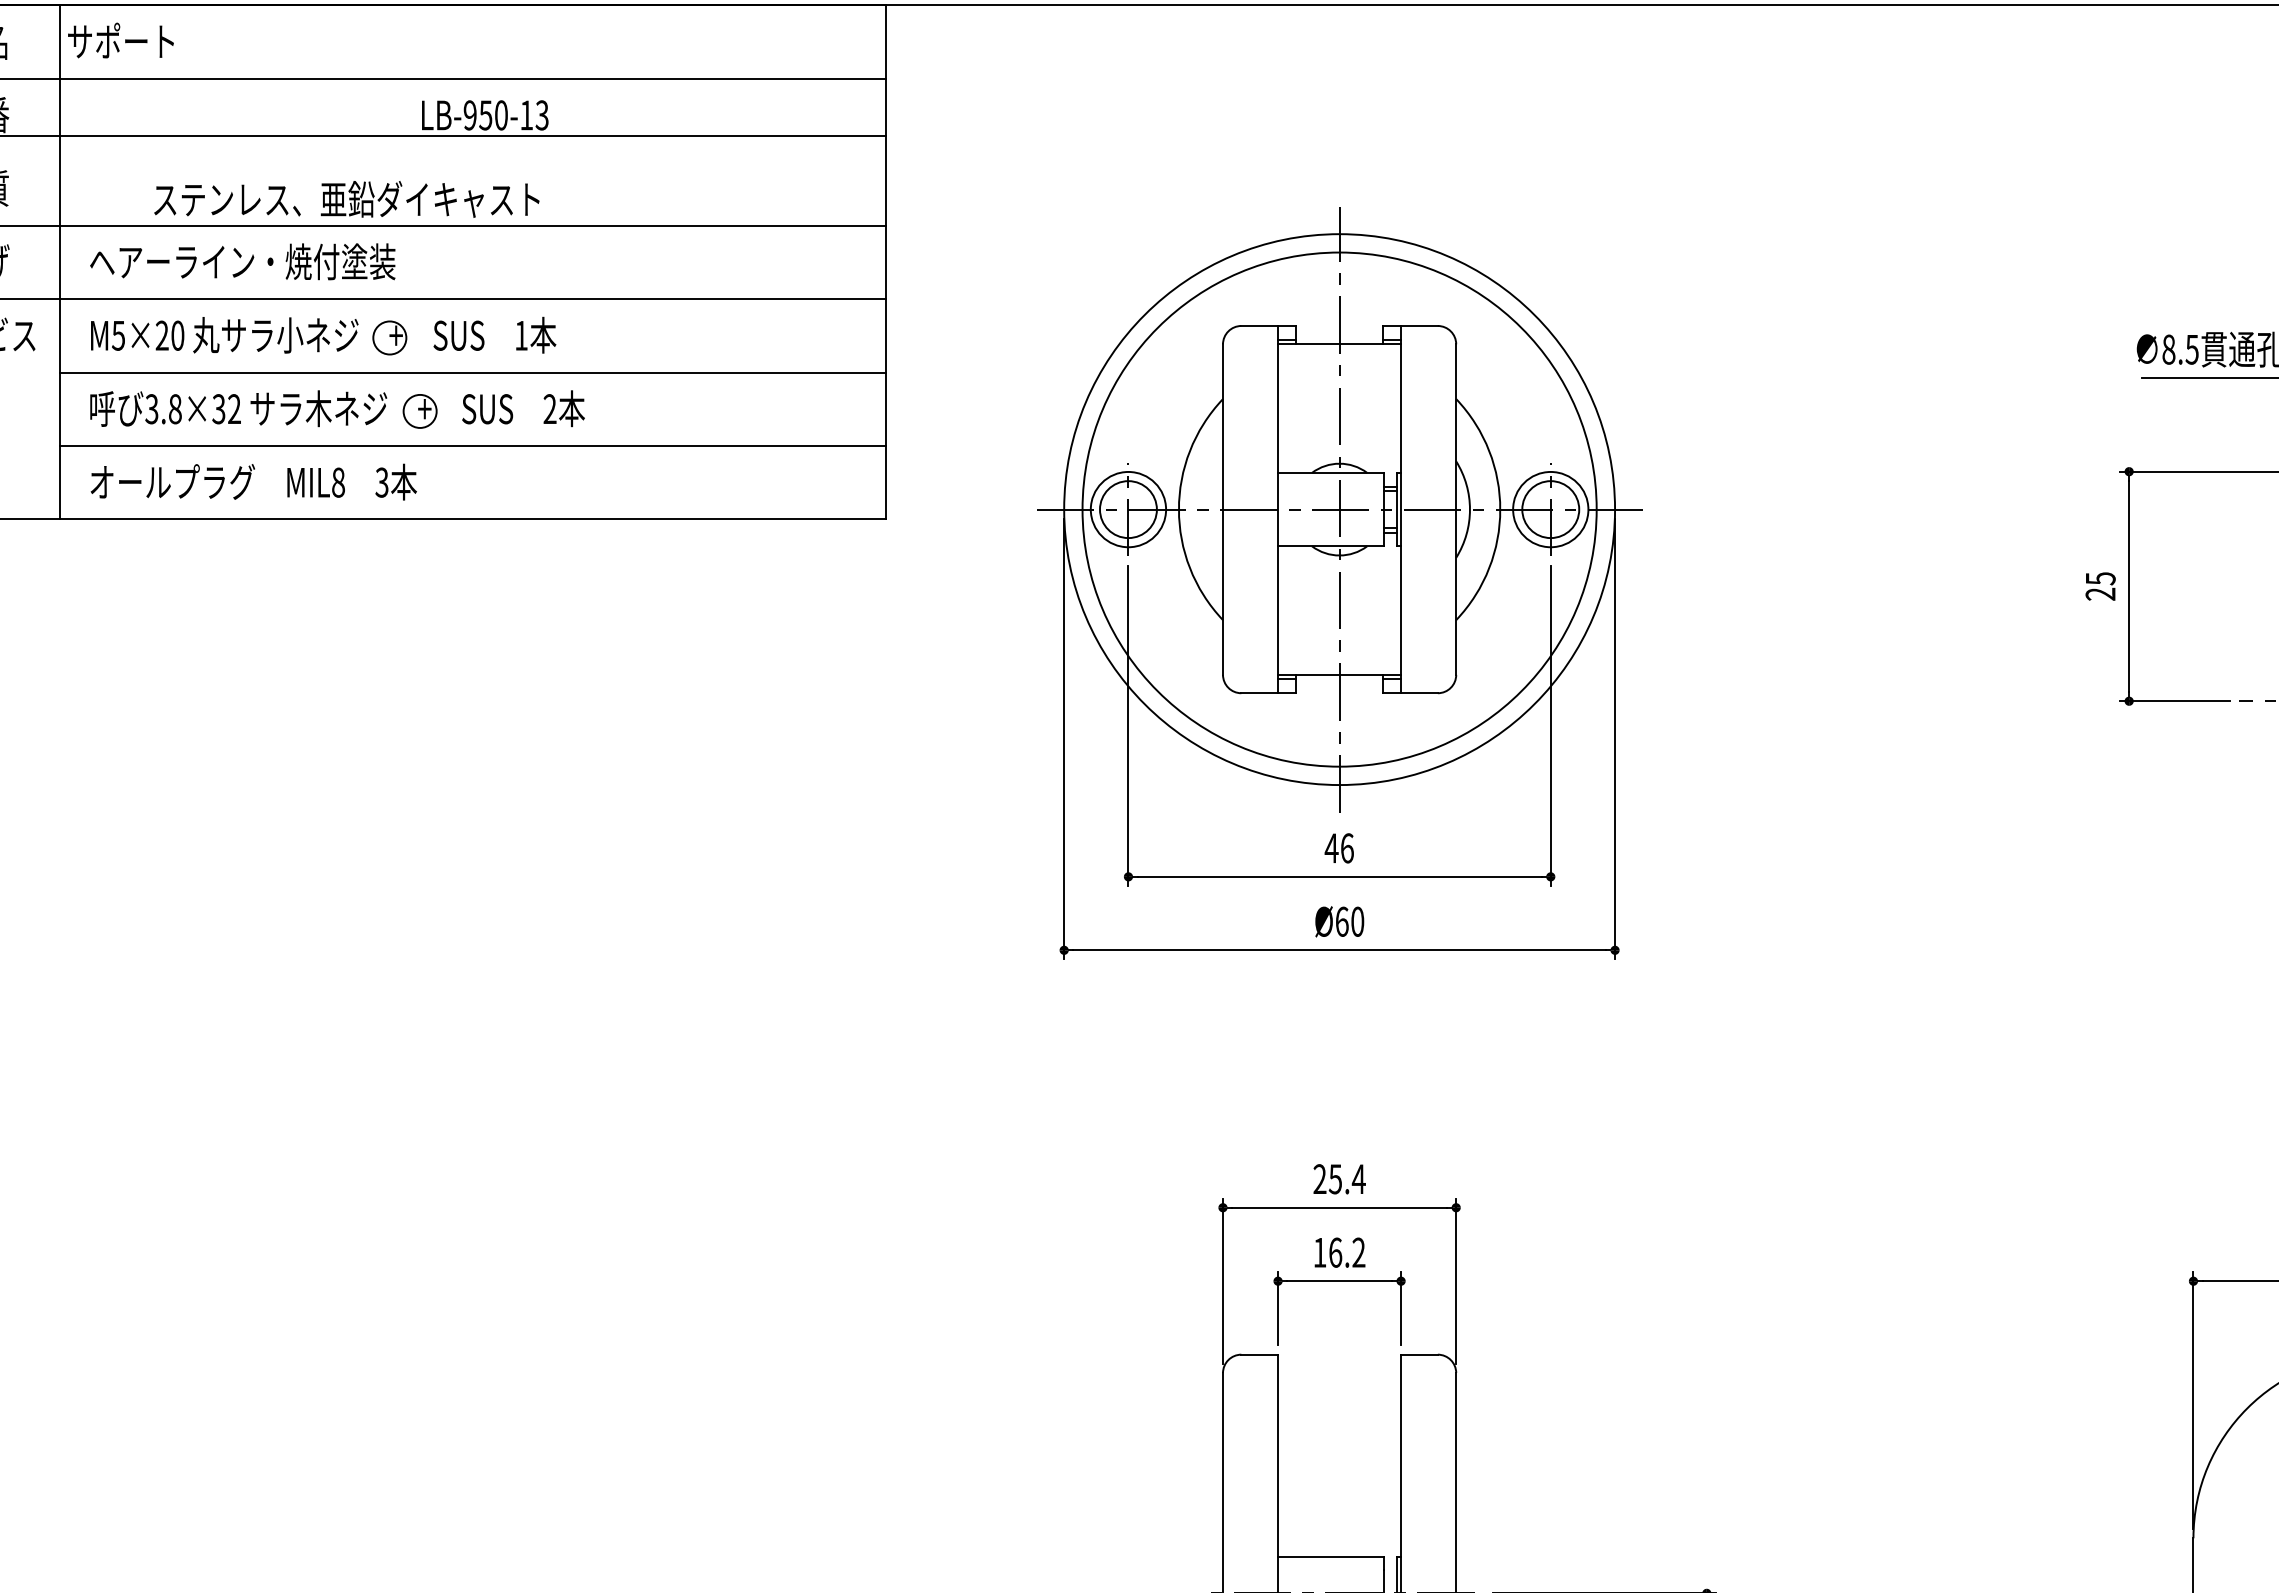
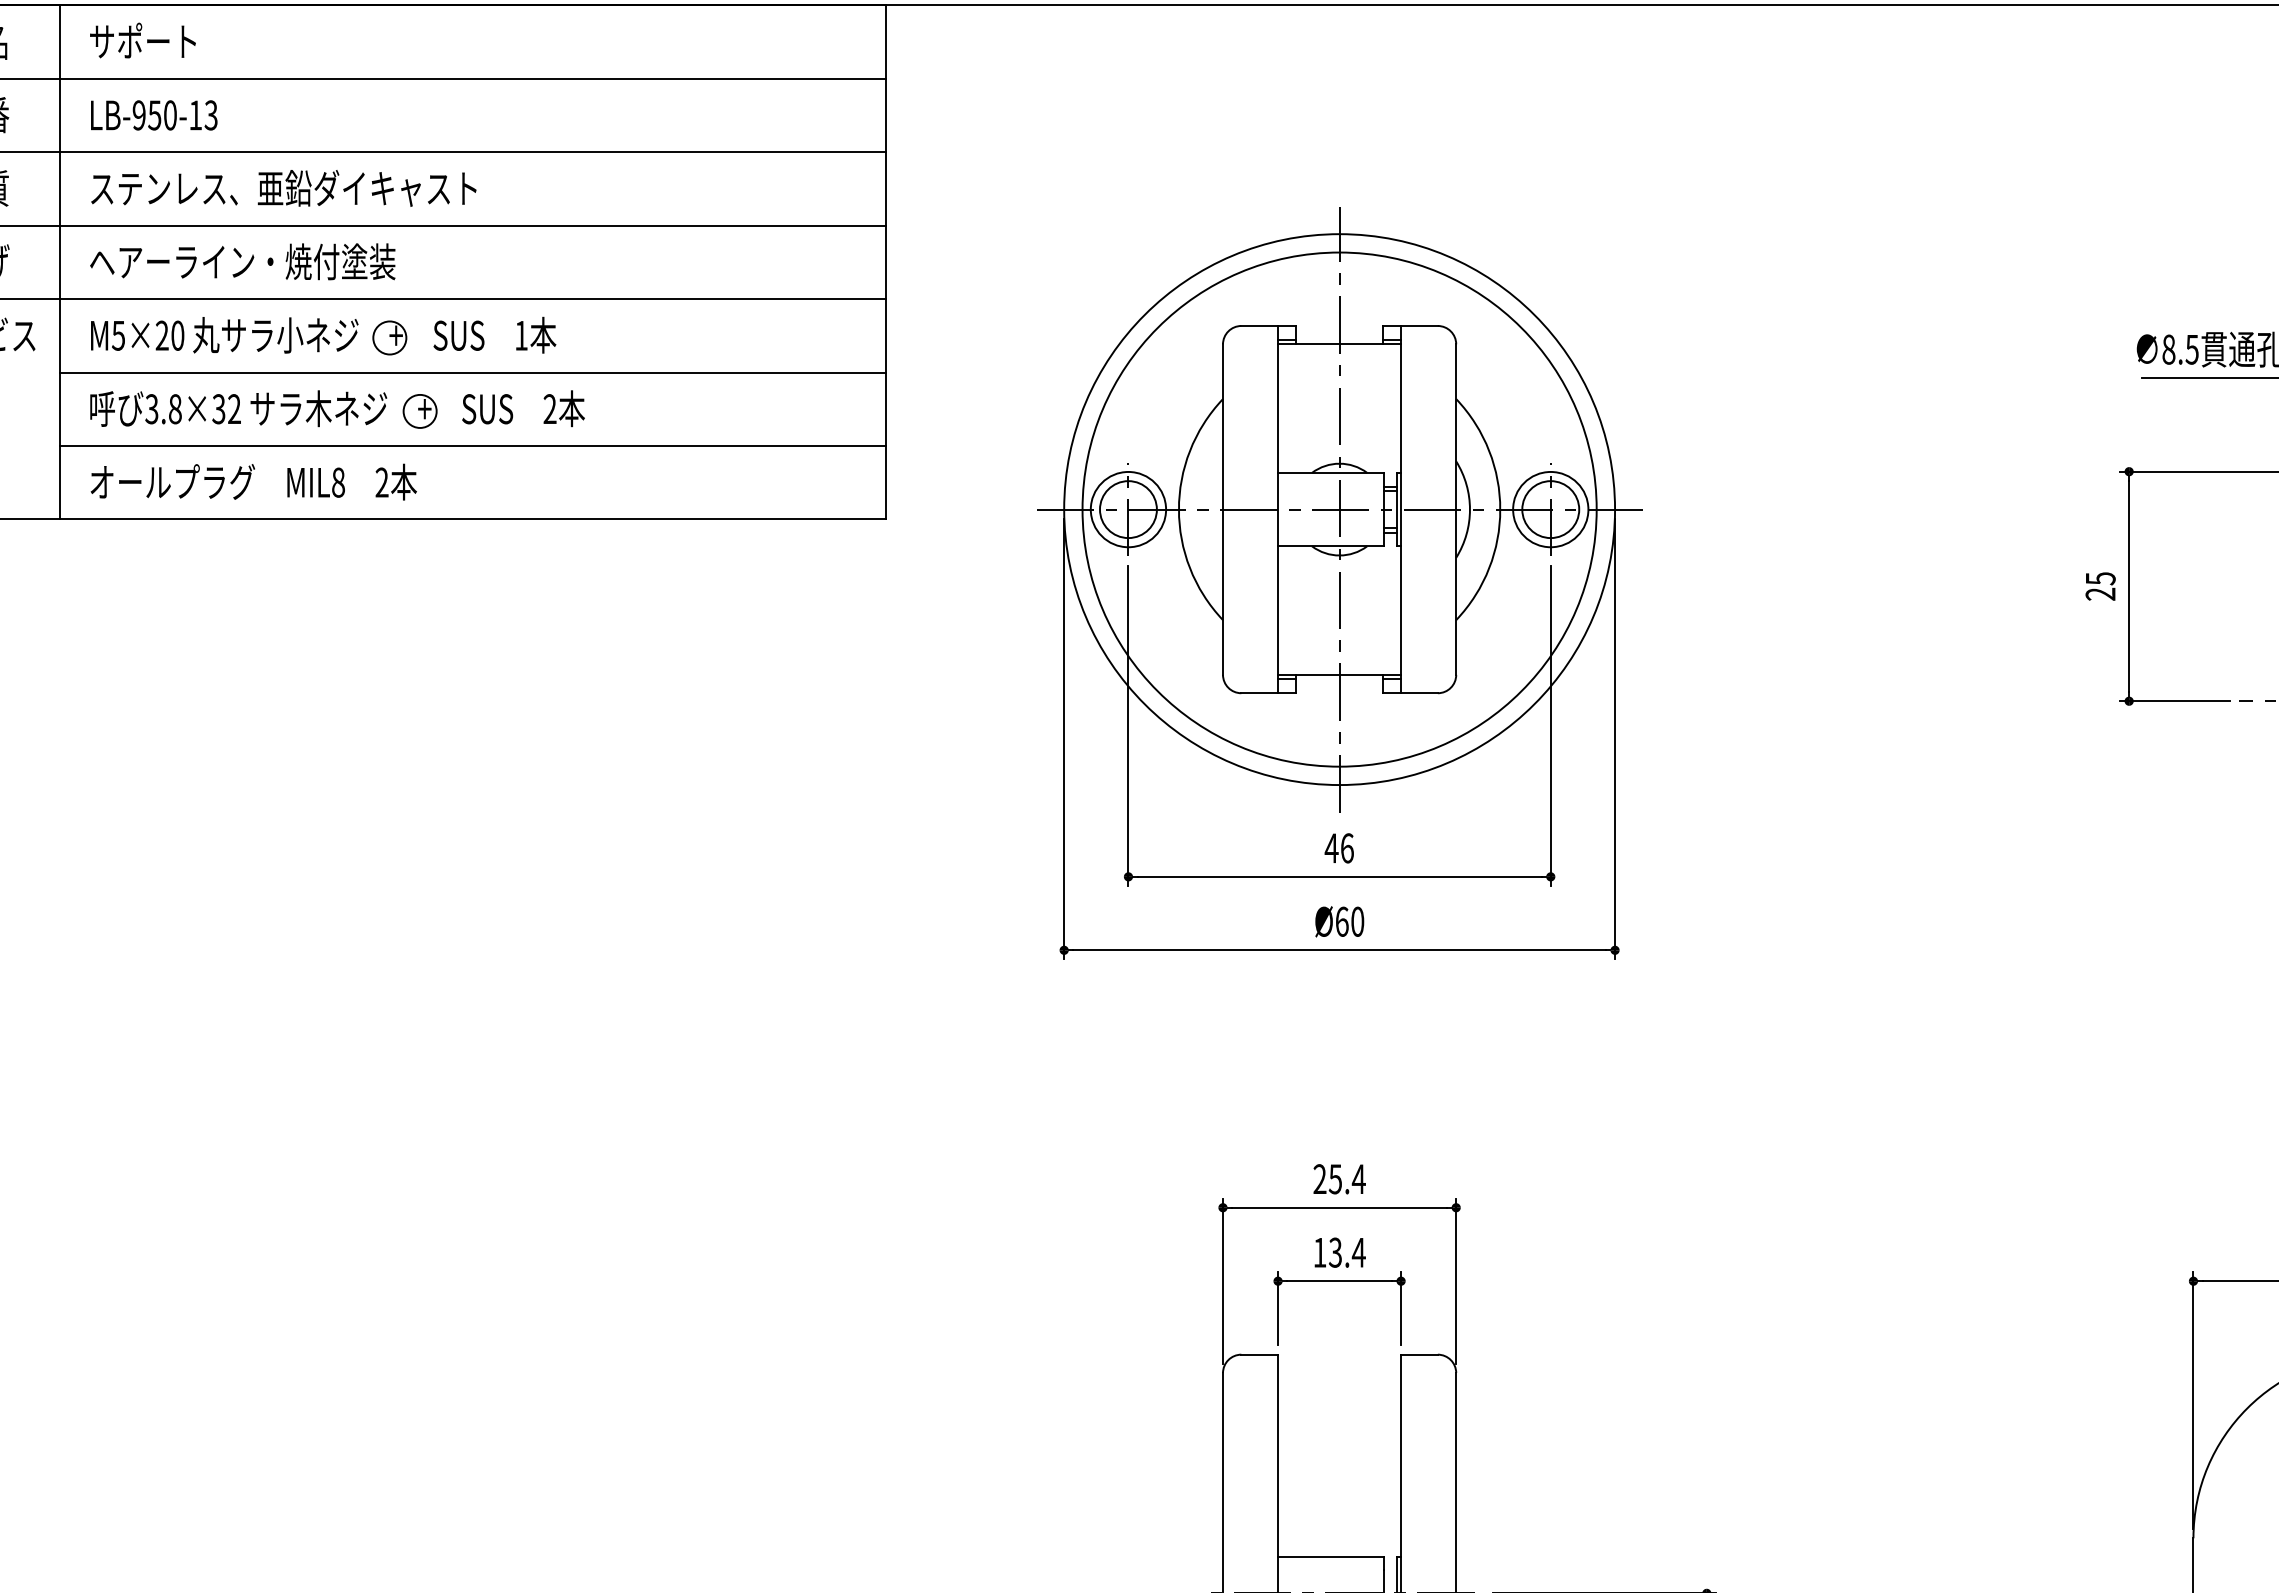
text at (120, 40) position: (120, 40) -> (142, 40)
text at (485, 115) position: (485, 115) -> (154, 115)
line at (444, 136) position: (444, 136) -> (444, 152)
text at (346, 199) position: (346, 199) -> (283, 188)
text at (381, 482): 3 -> 2
text at (1347, 1252): 16.2 -> 13.4
